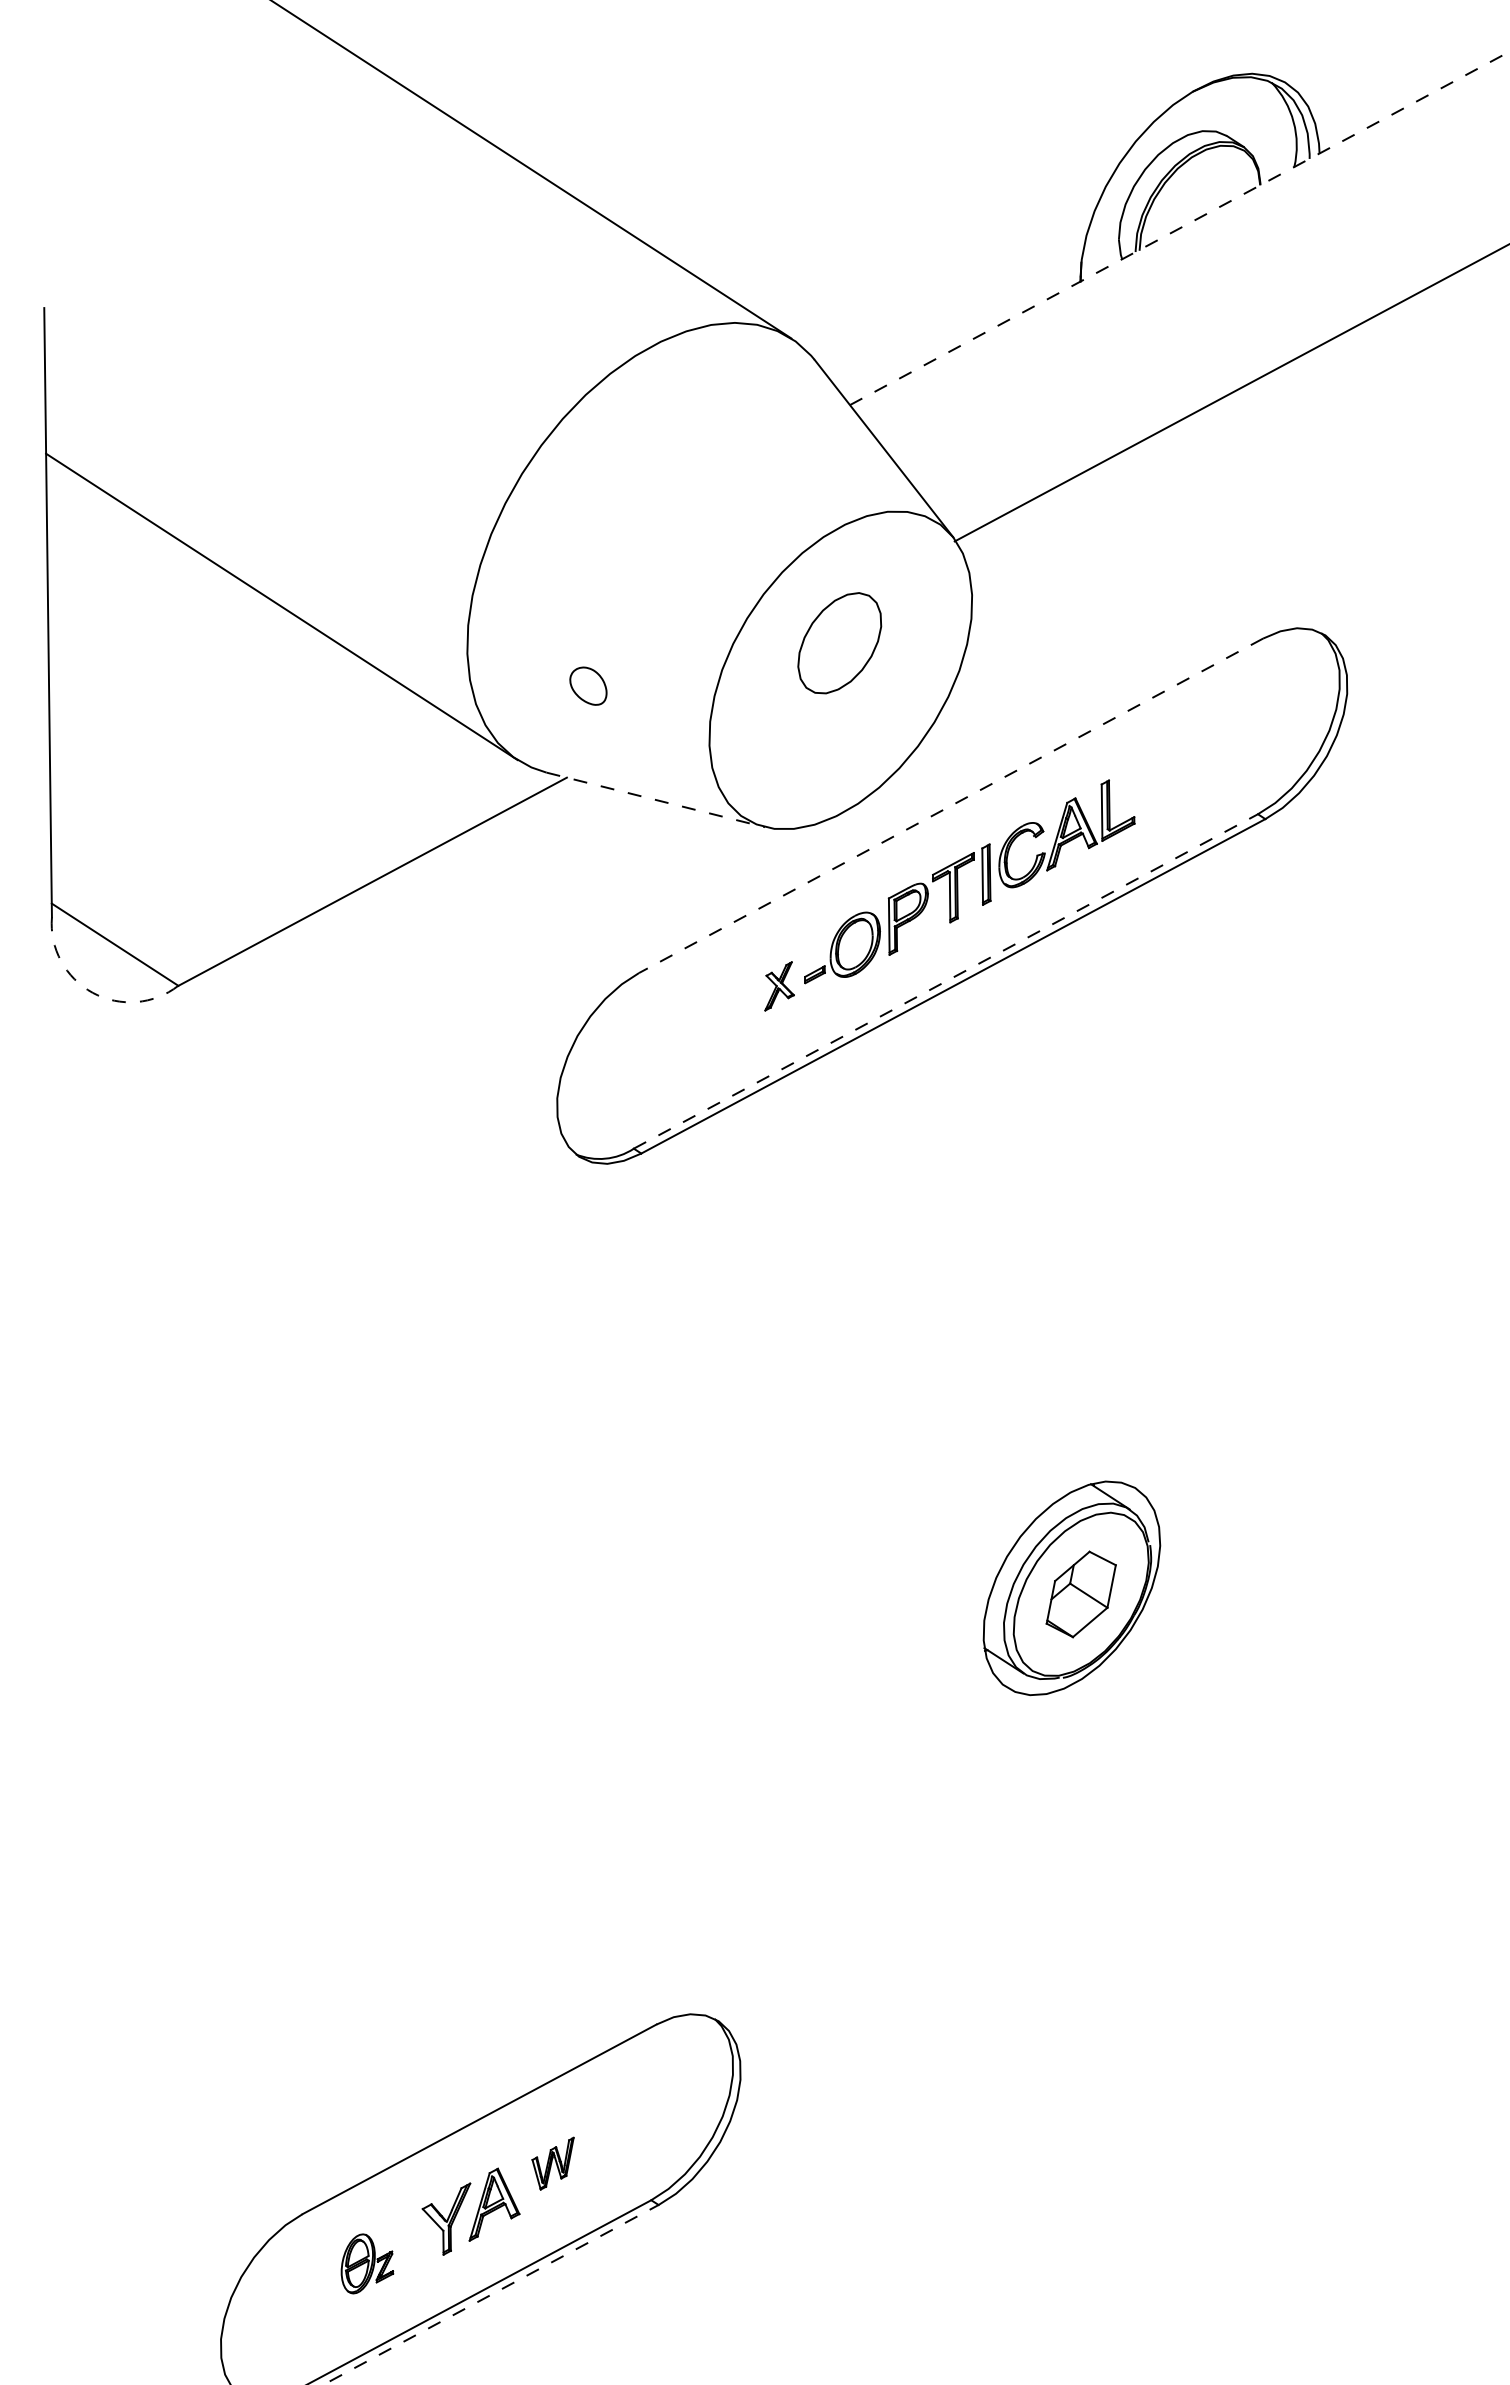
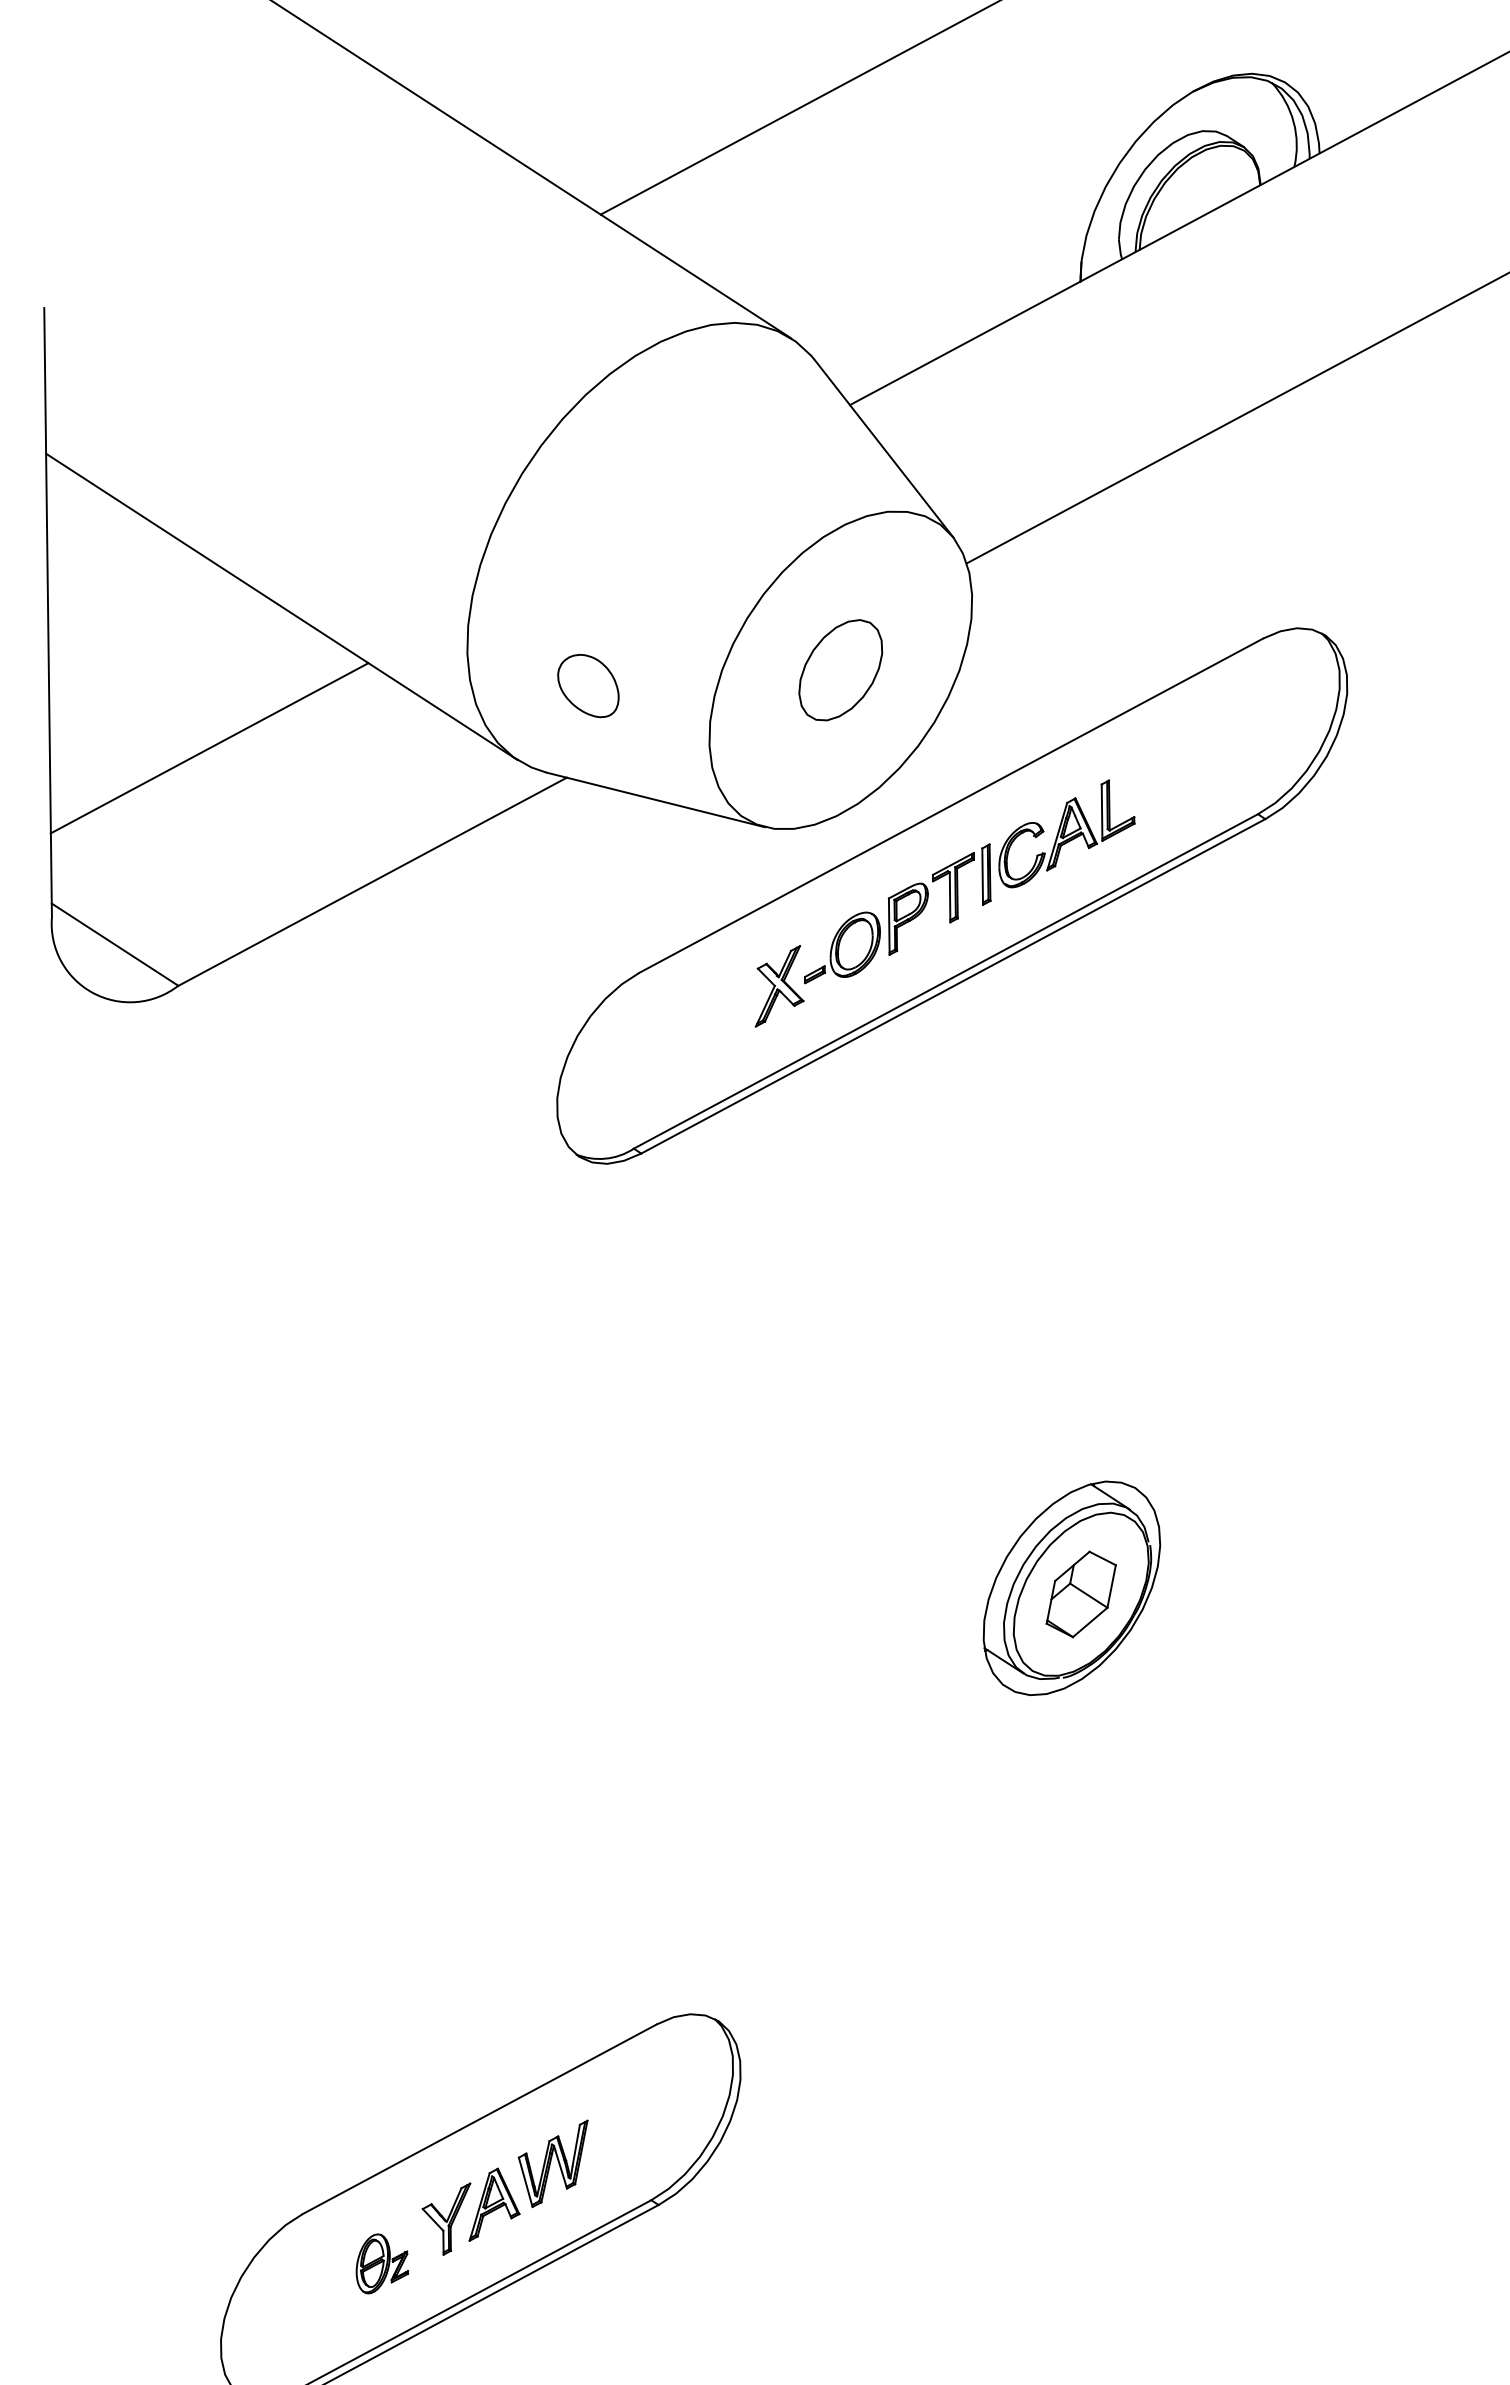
line at (798, 108): none -> present
line at (1180, 228): dashed -> solid
line at (1230, 393) position: (1230, 393) -> (1236, 418)
part at (839, 643) position: (839, 643) -> (840, 670)
part at (588, 685) size: 39x40 px -> 63x65 px
line at (209, 748): none -> present
line at (655, 799): dashed -> solid
line at (951, 805): dashed -> solid
line at (946, 981): dashed -> solid
part at (779, 986) size: 31x51 px -> 51x83 px
arc at (92, 992): dashed -> solid
part at (552, 2163) size: 44x55 px -> 72x89 px
part at (367, 2263) position: (367, 2263) -> (382, 2263)
line at (491, 2294): dashed -> solid
